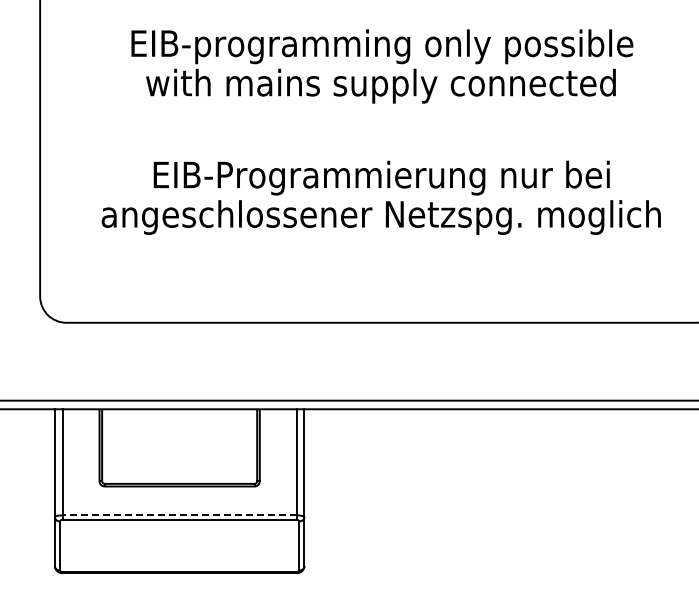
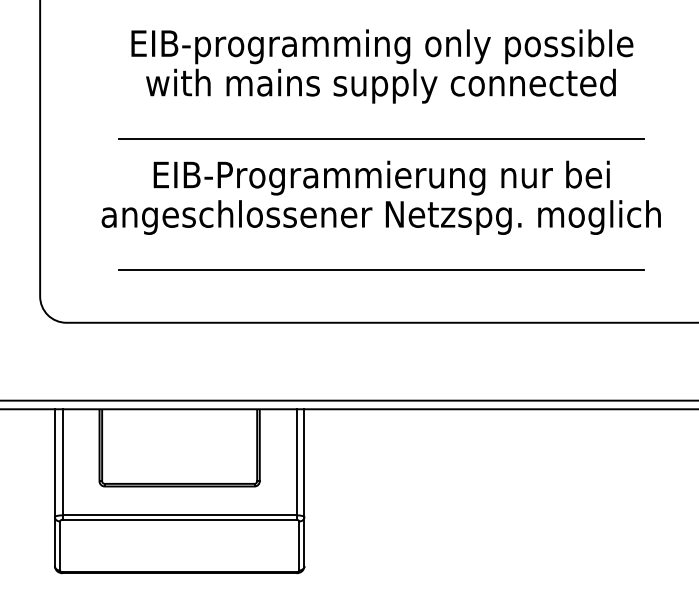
line at (381, 138): none -> present
line at (381, 270): none -> present
line at (179, 515): dashed -> solid
